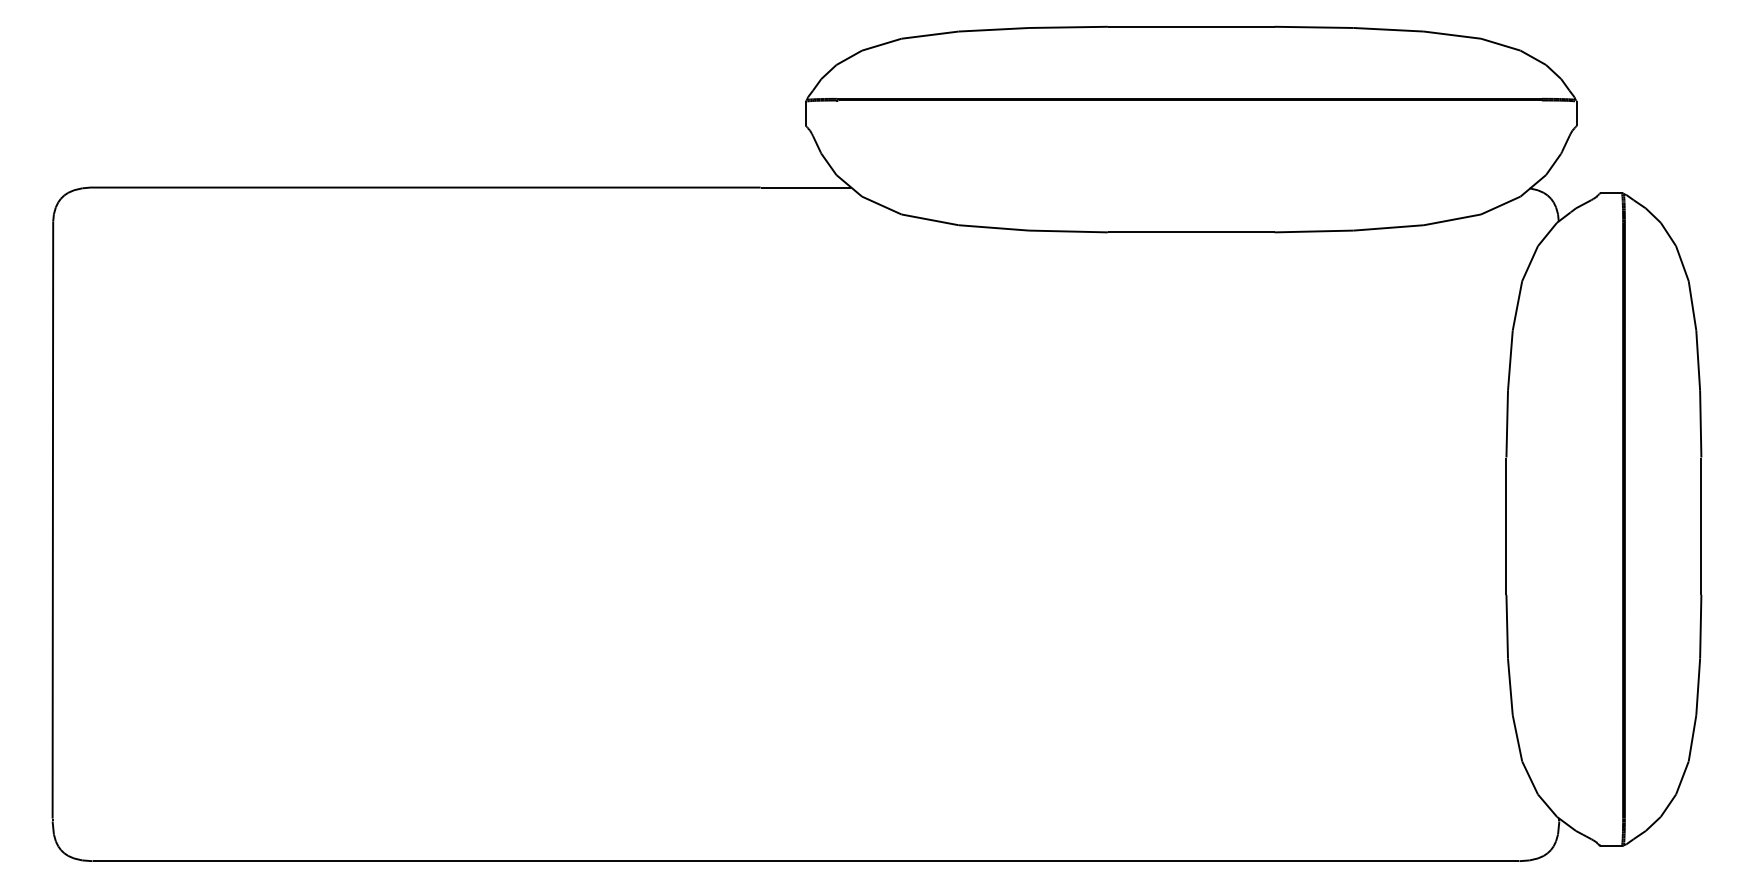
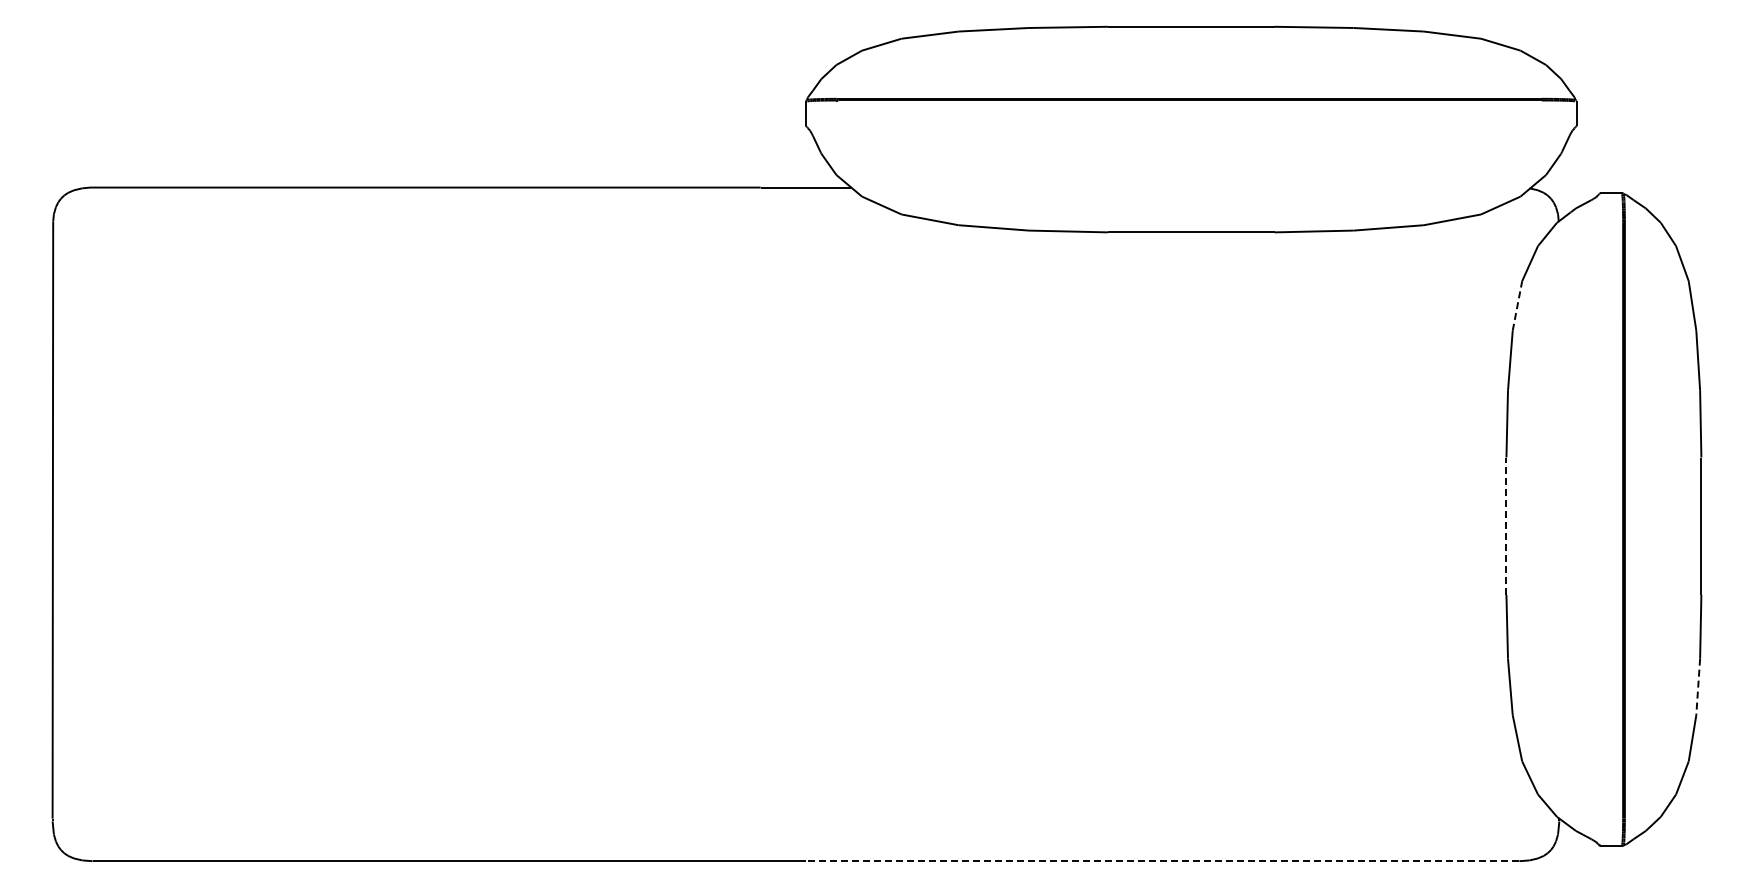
line at (1517, 305): solid -> dashed
line at (1506, 526): solid -> dashed
line at (1698, 687): solid -> dashed
line at (1162, 861): solid -> dashed
